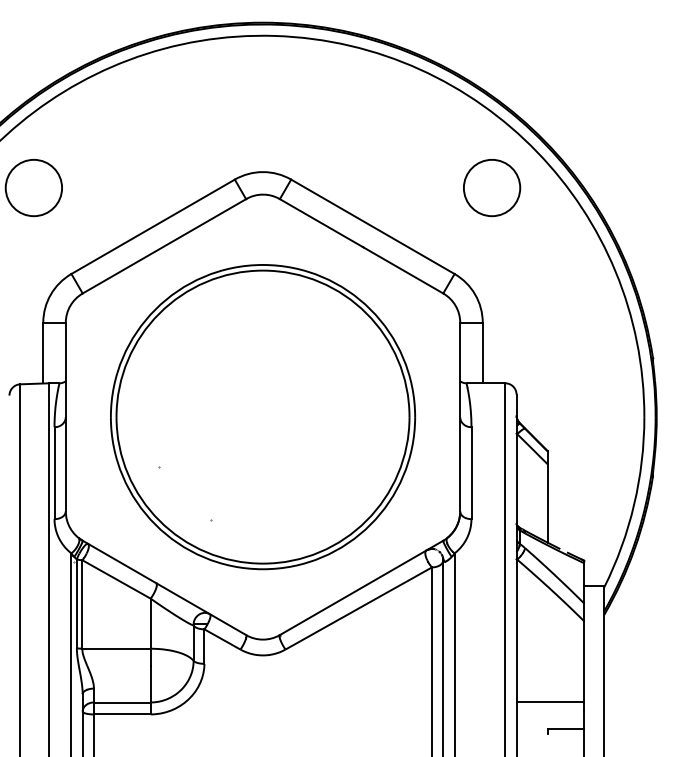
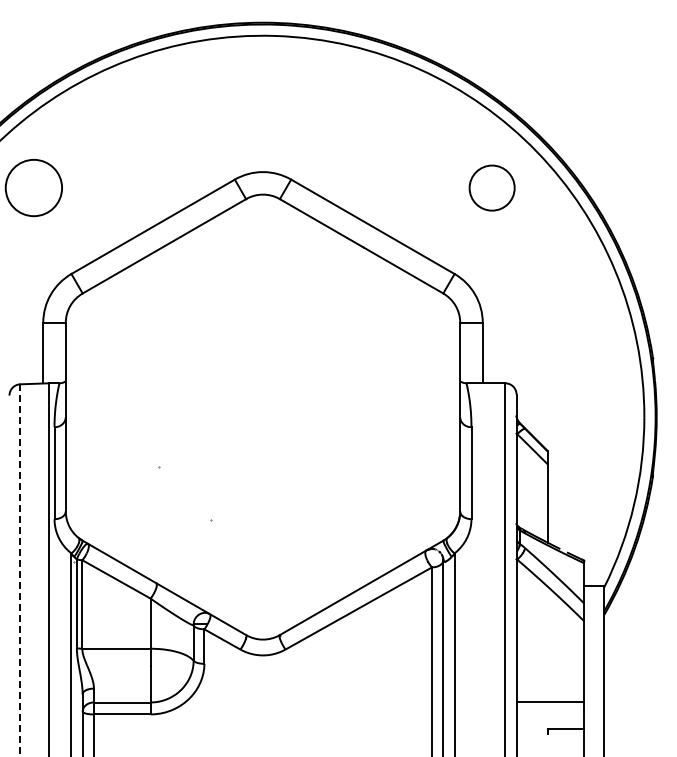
part at (492, 188) size: 59x59 px -> 48x48 px
part at (263, 417): present -> none
line at (20, 570): solid -> dashed
